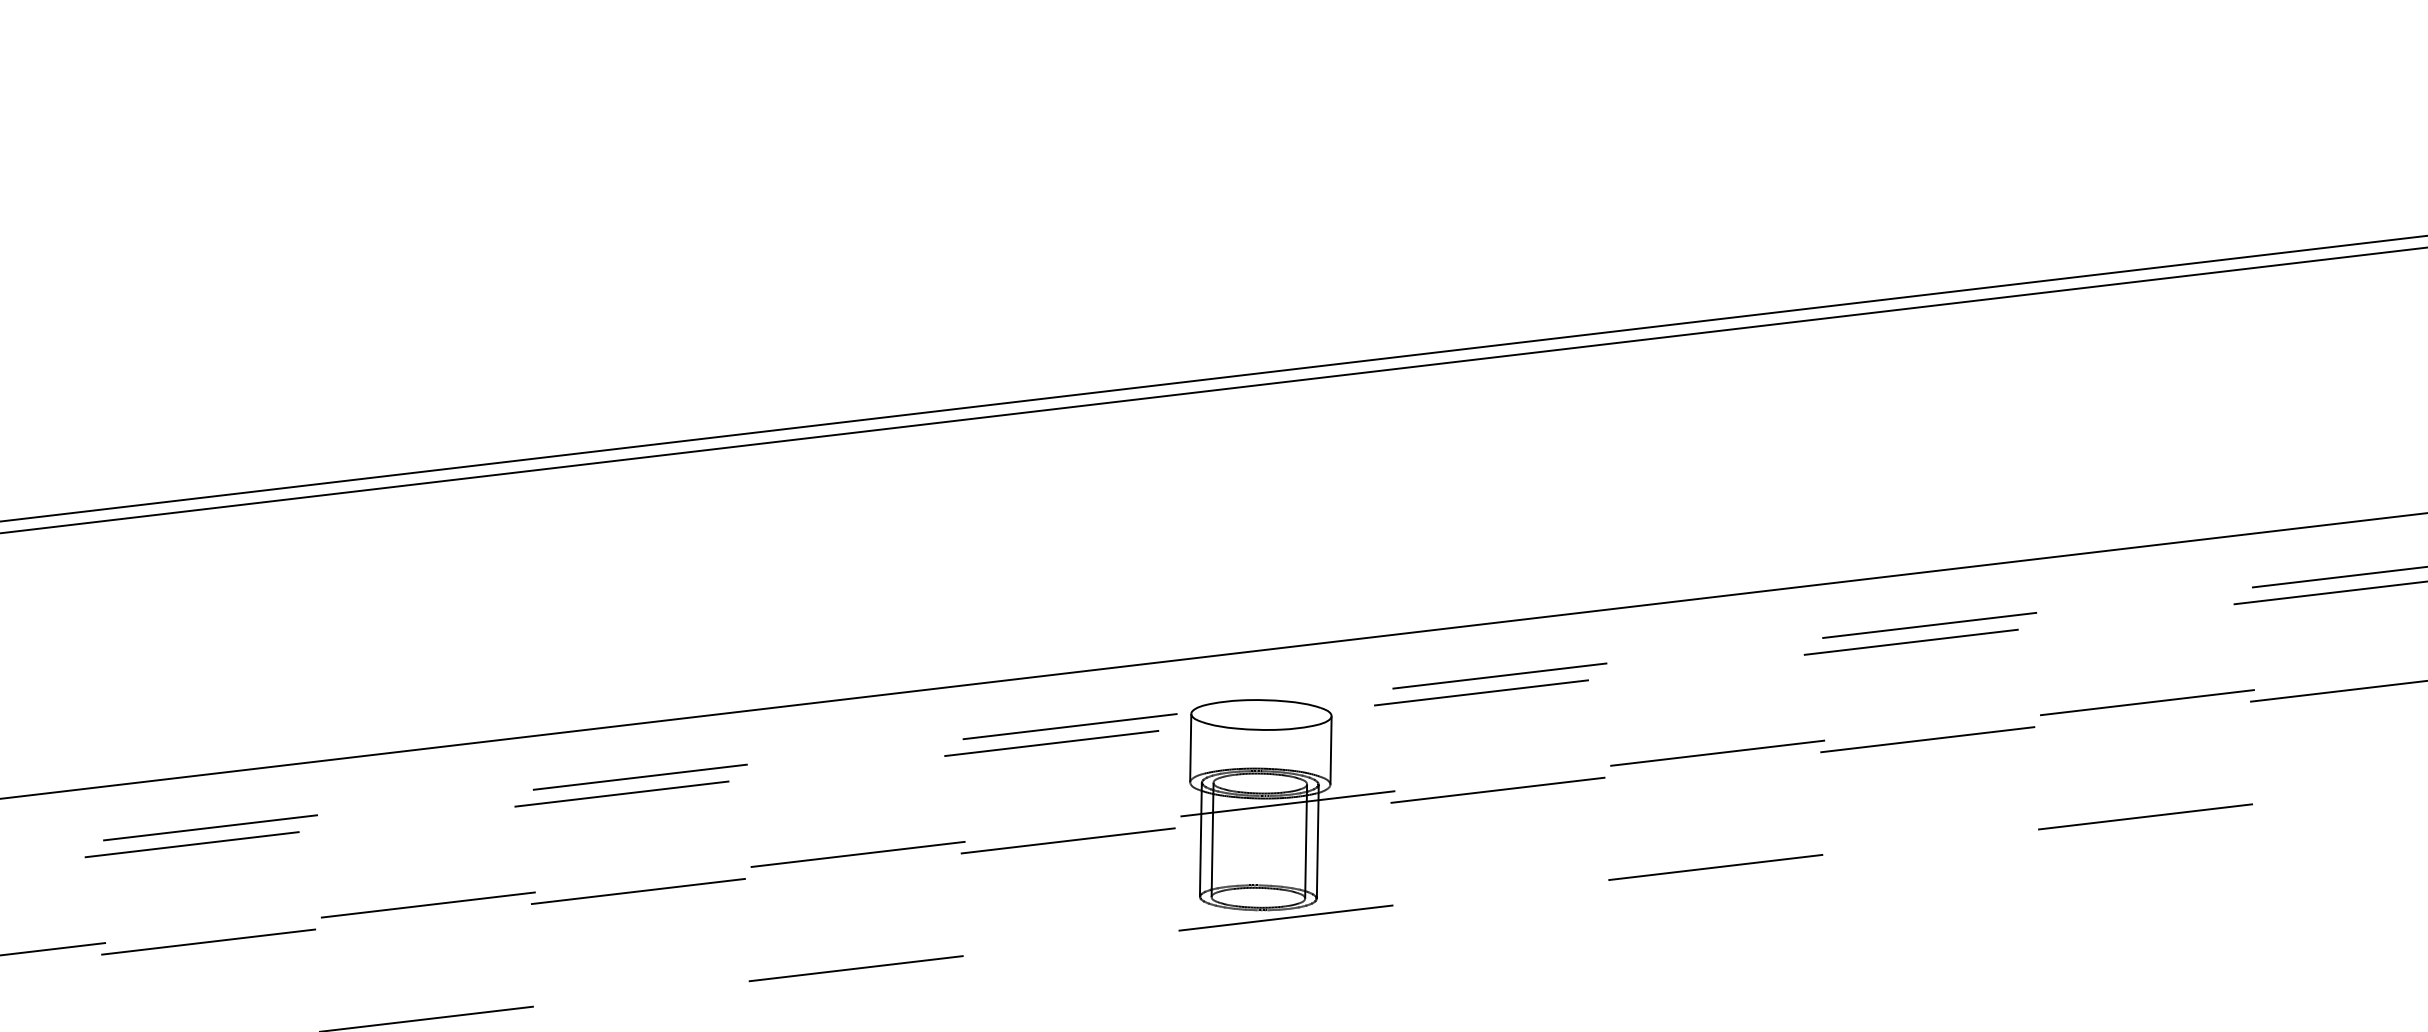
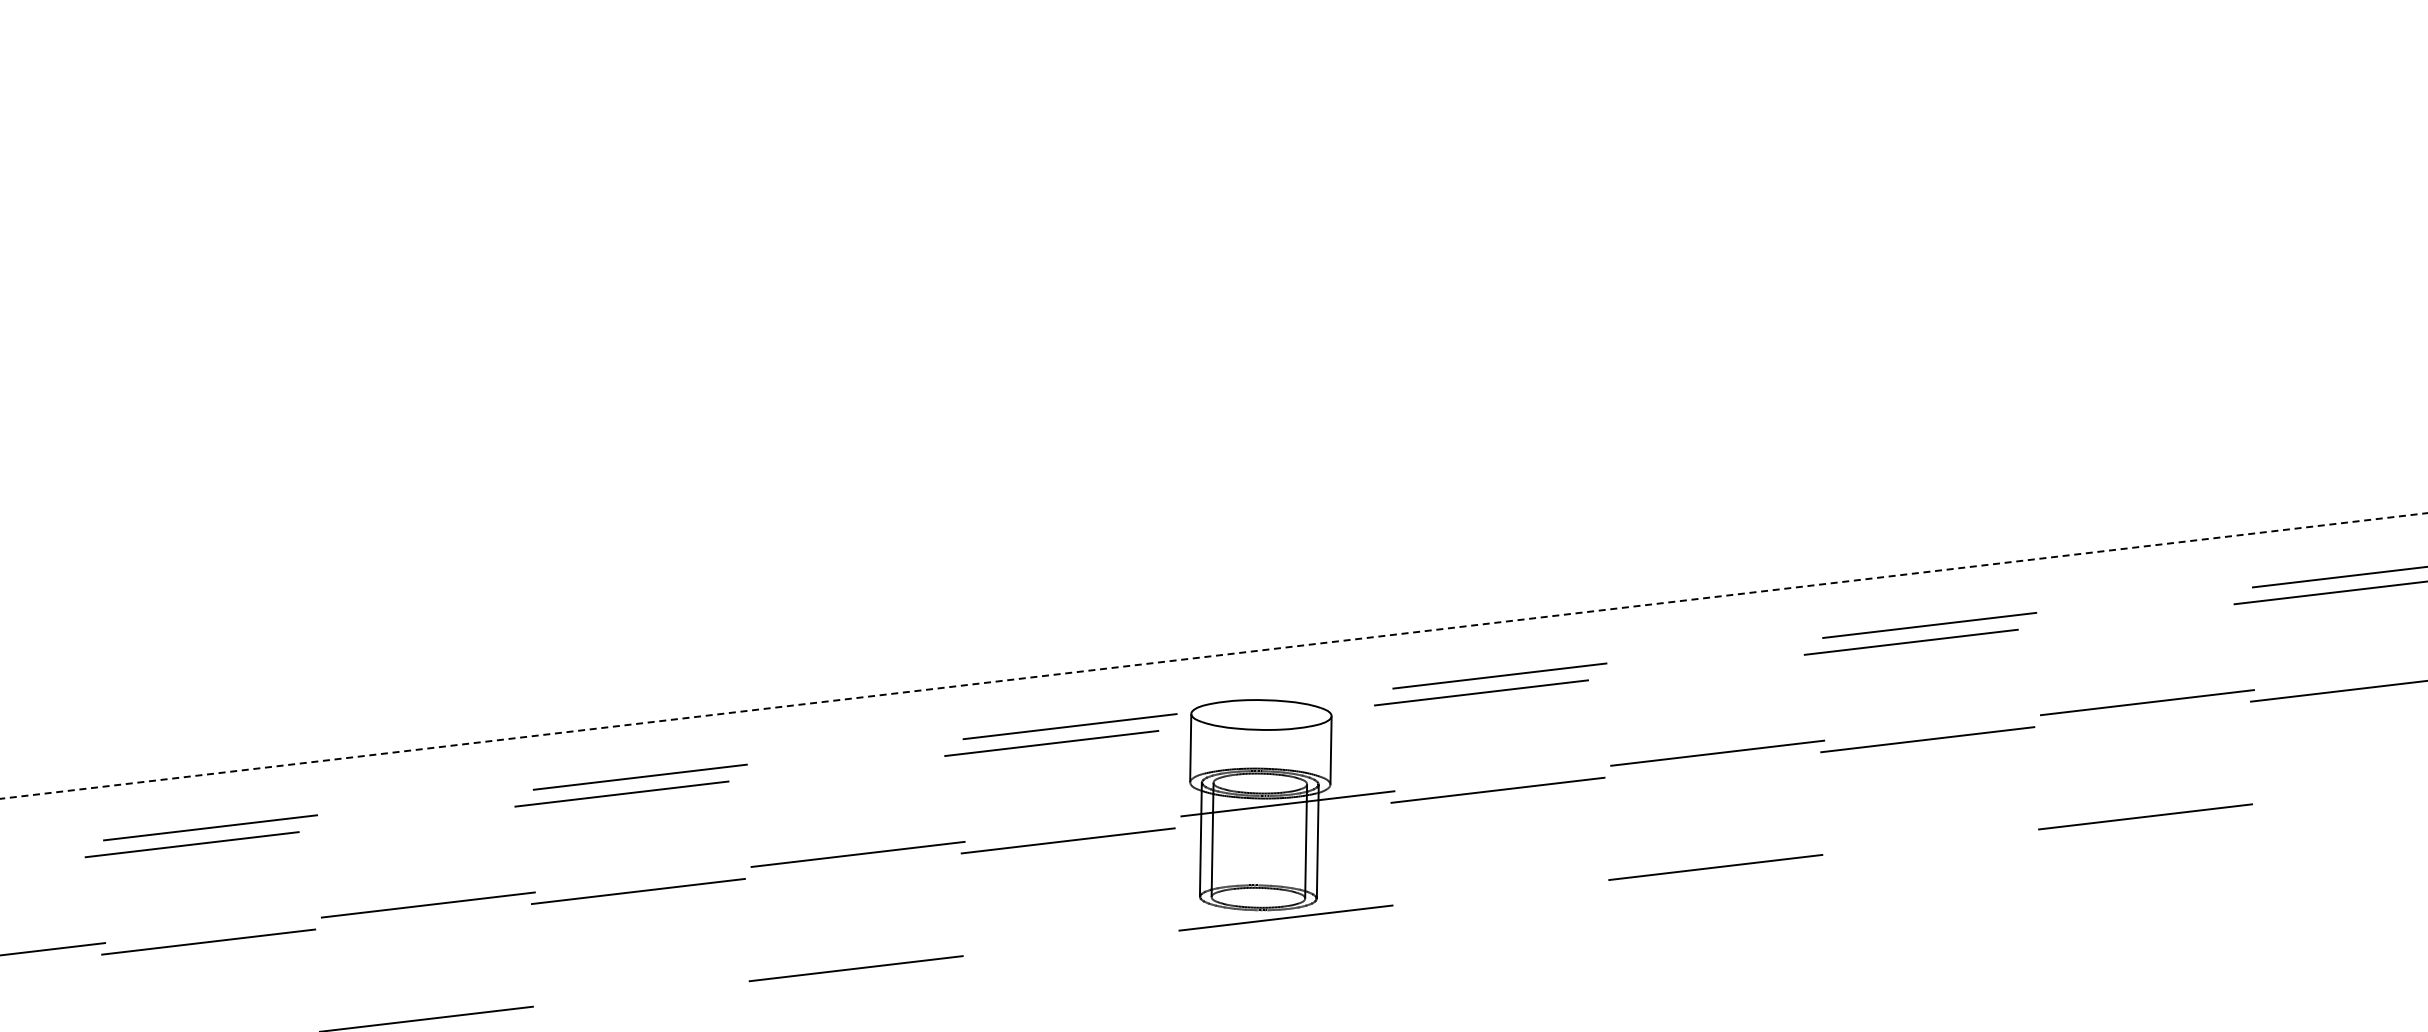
line at (1213, 378): present -> none
line at (1213, 390): present -> none
line at (1213, 656): solid -> dashed
